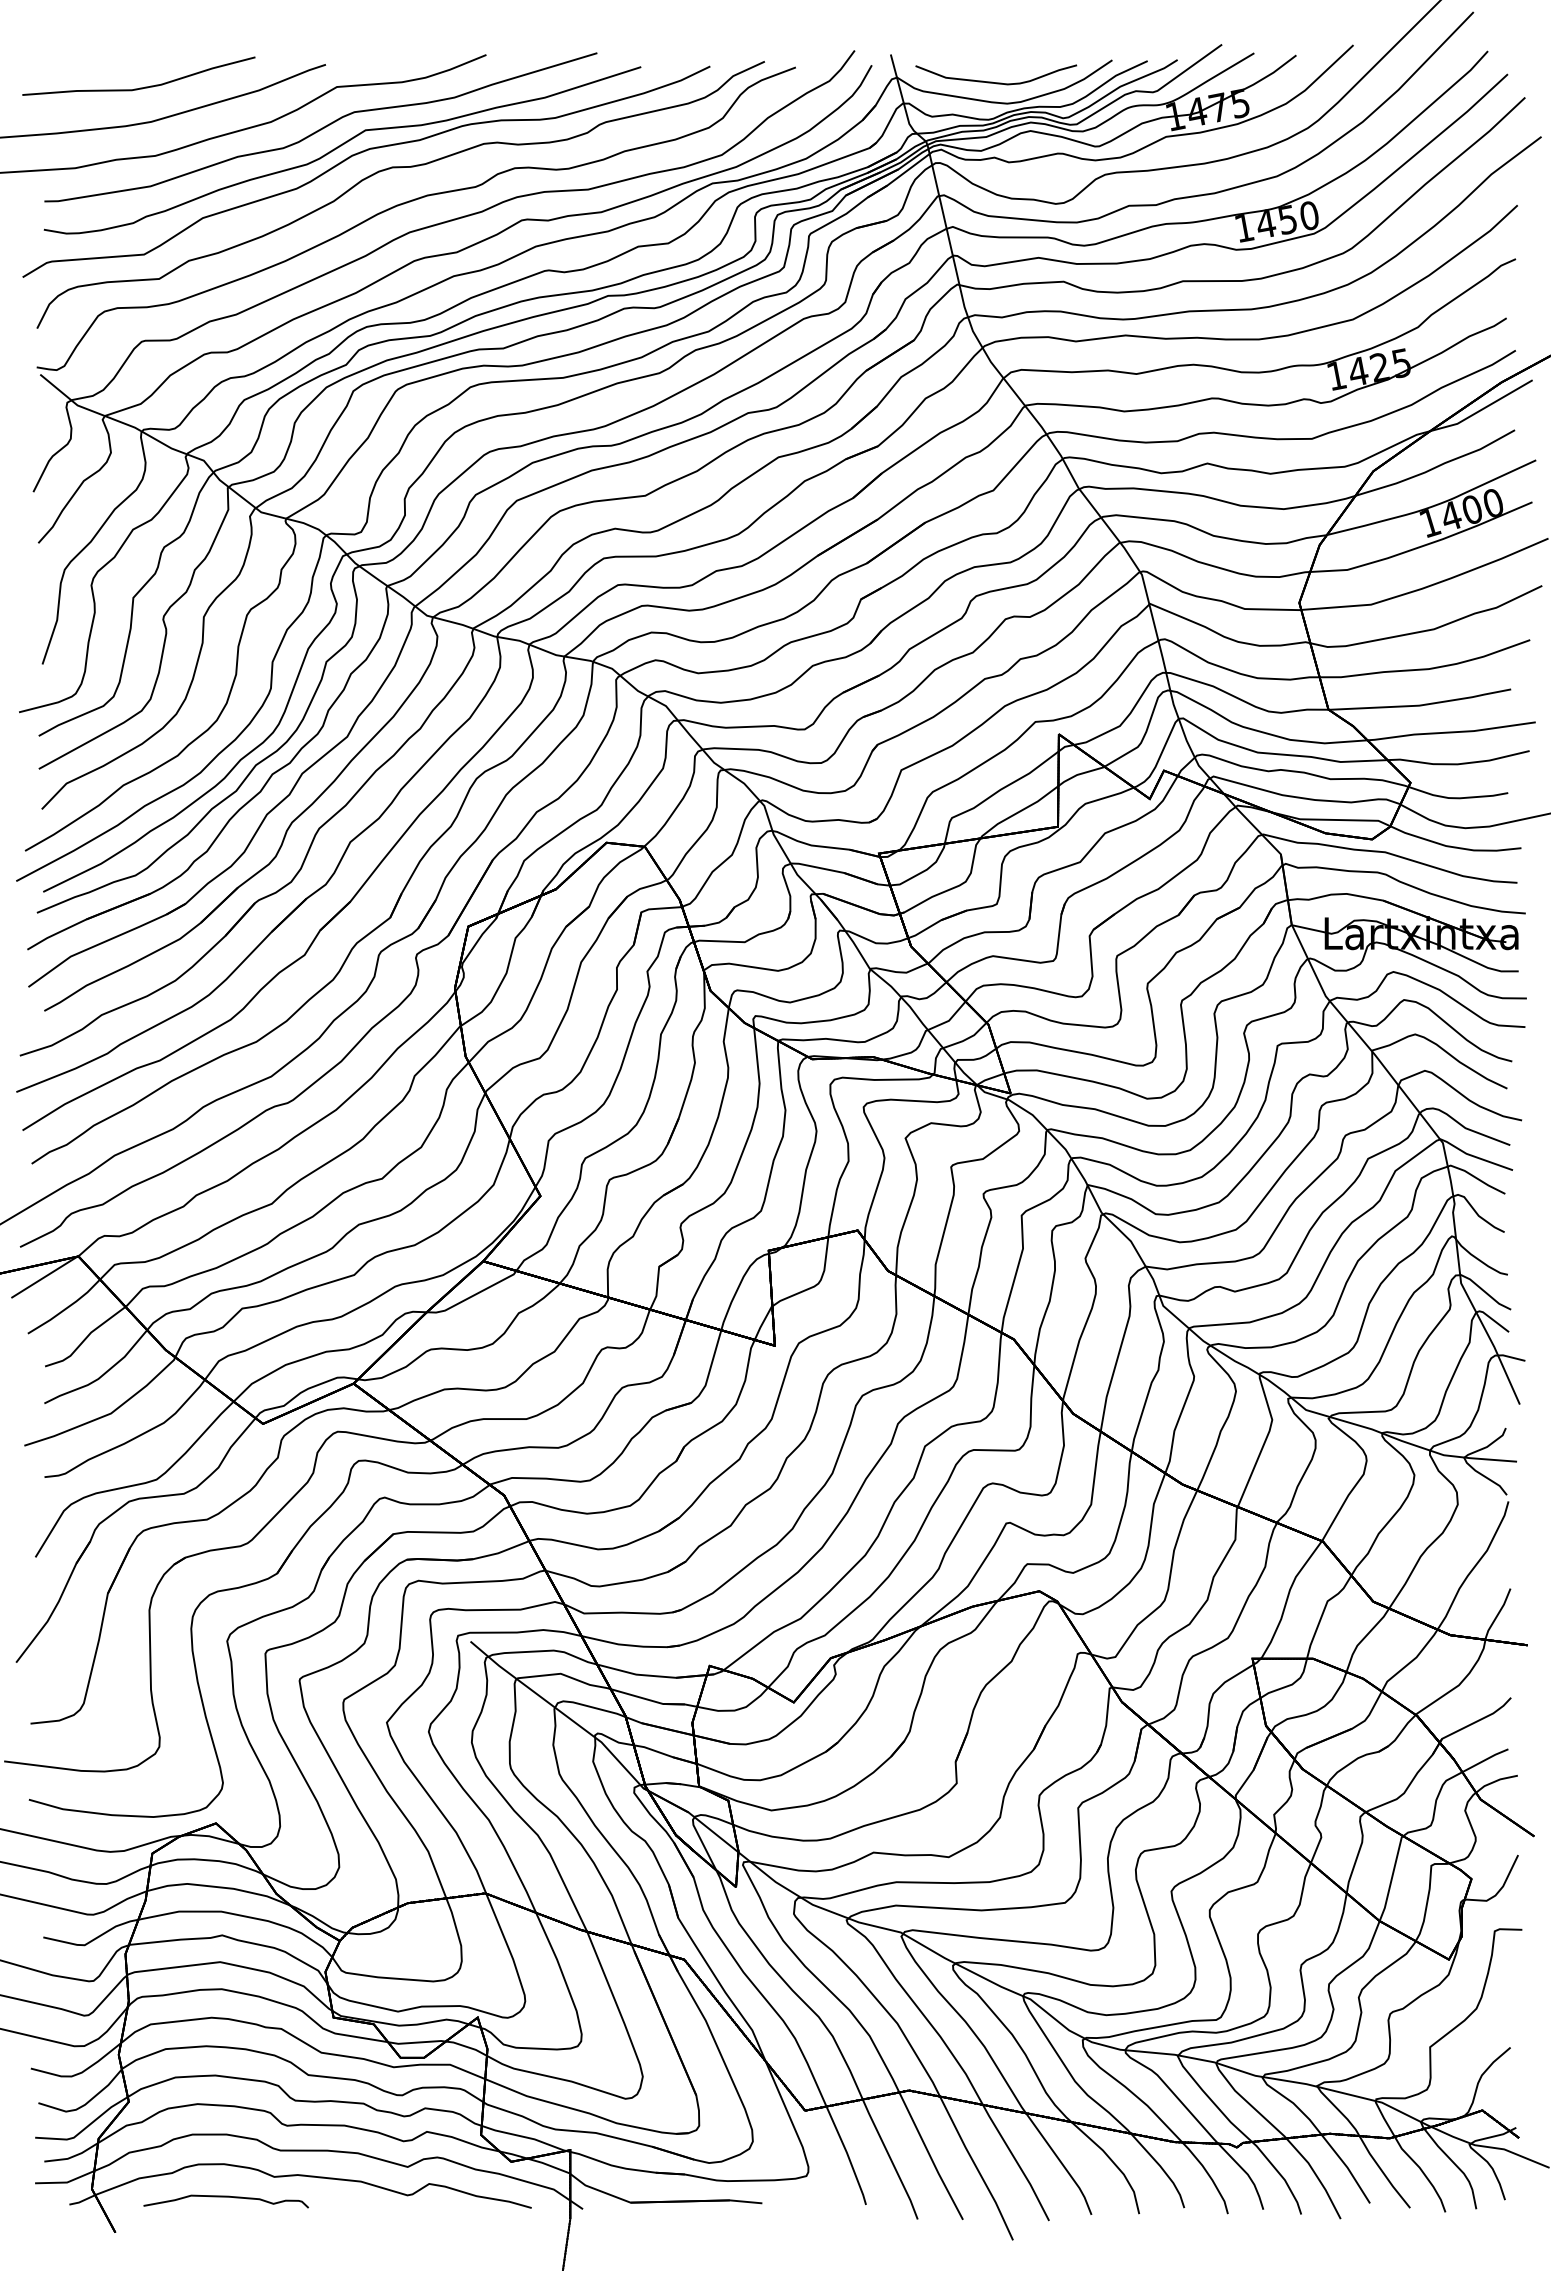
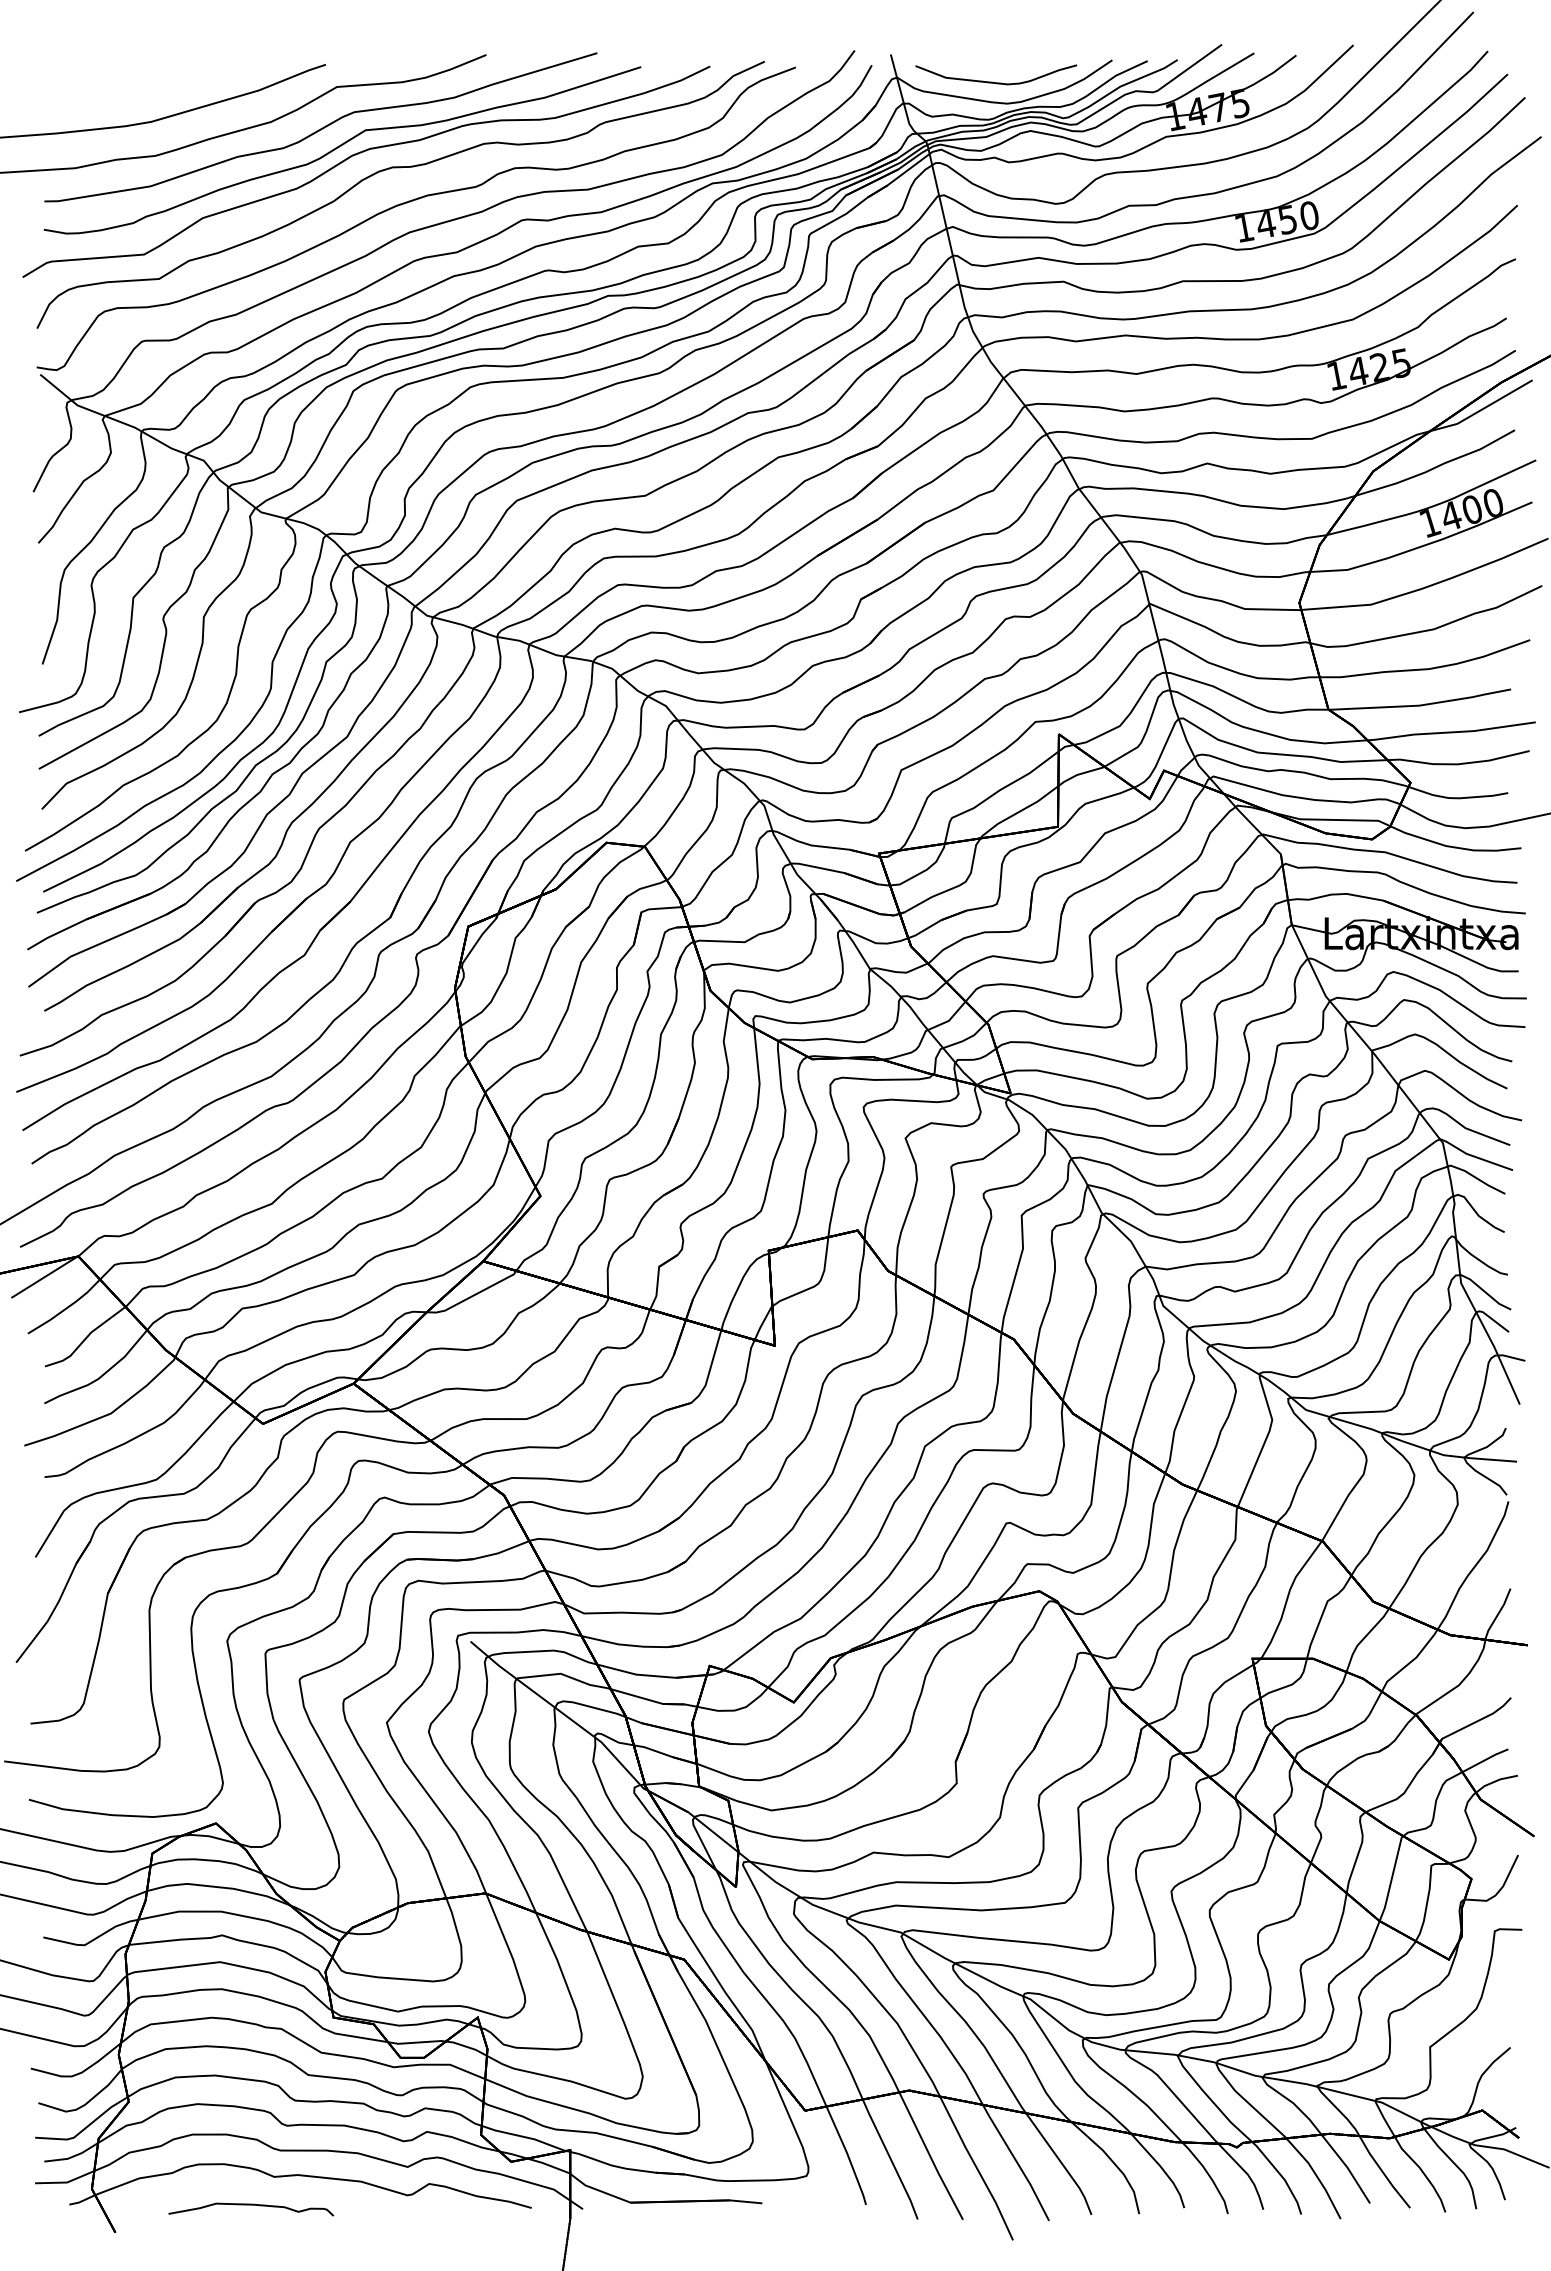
part at (139, 87): present -> none
curve at (225, 2197) position: (225, 2197) -> (250, 2205)
